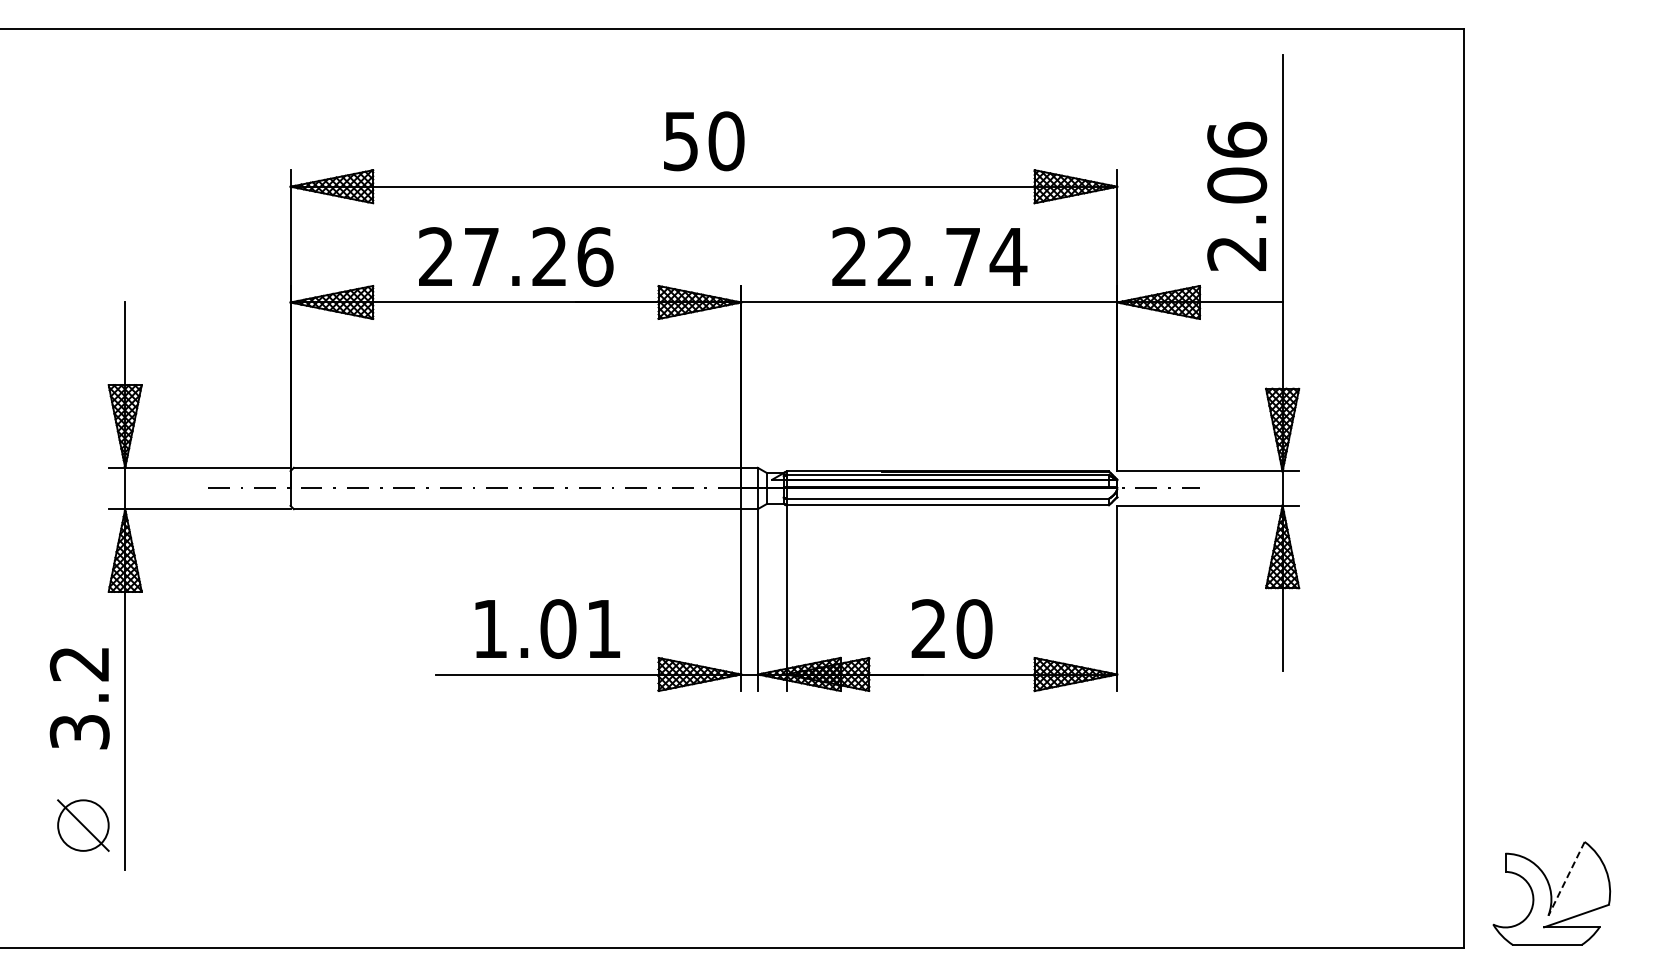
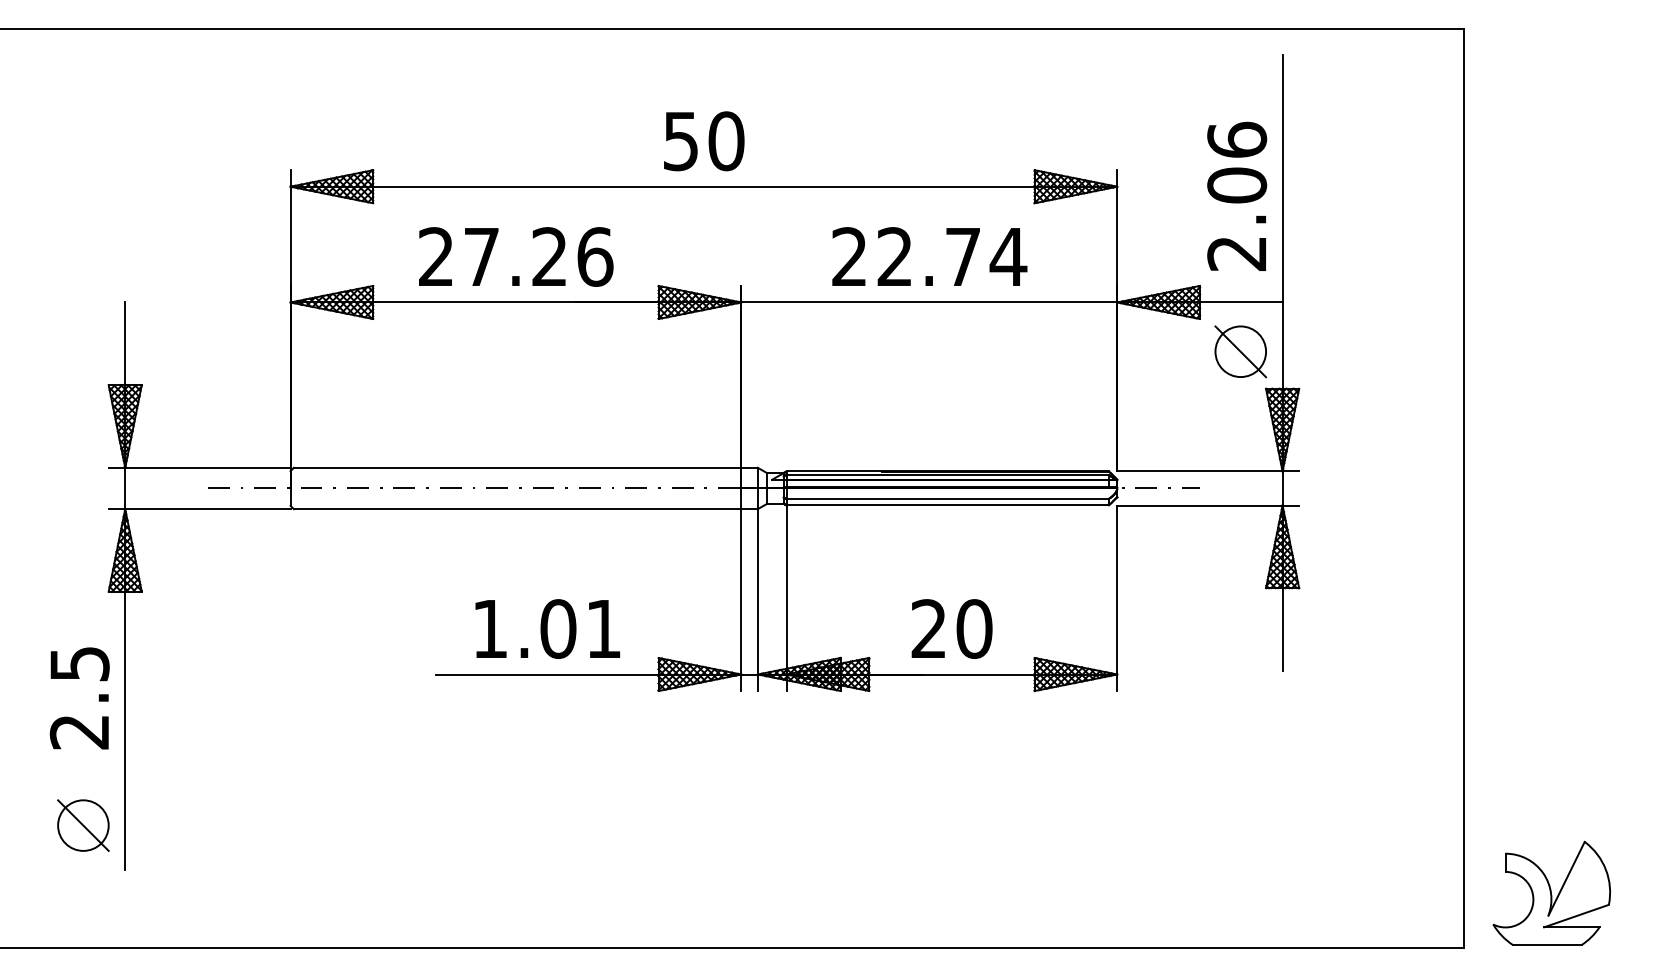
part at (1240, 351): none -> present
text at (79, 698): 3.2 -> 2.5
line at (1566, 879): dashed -> solid
